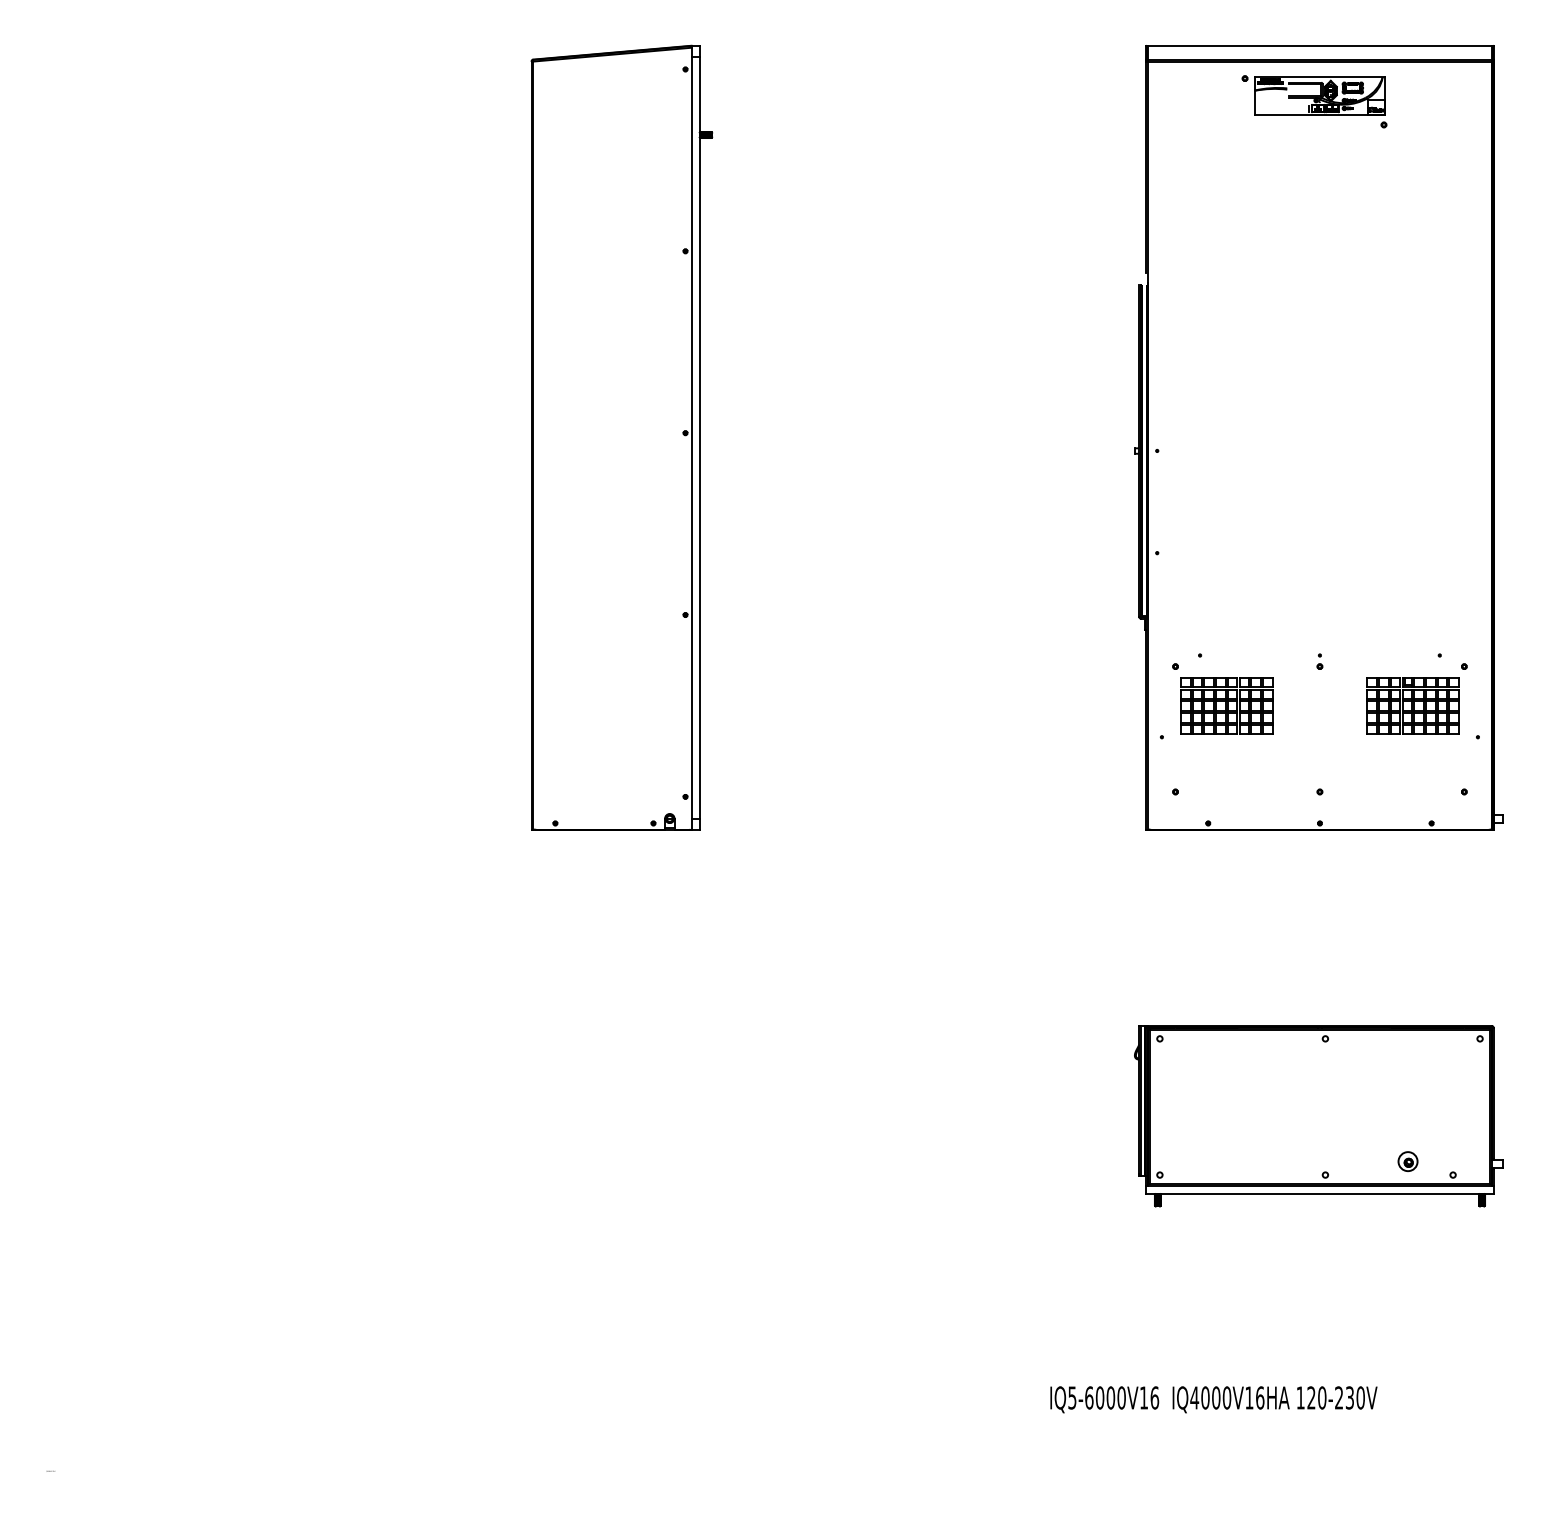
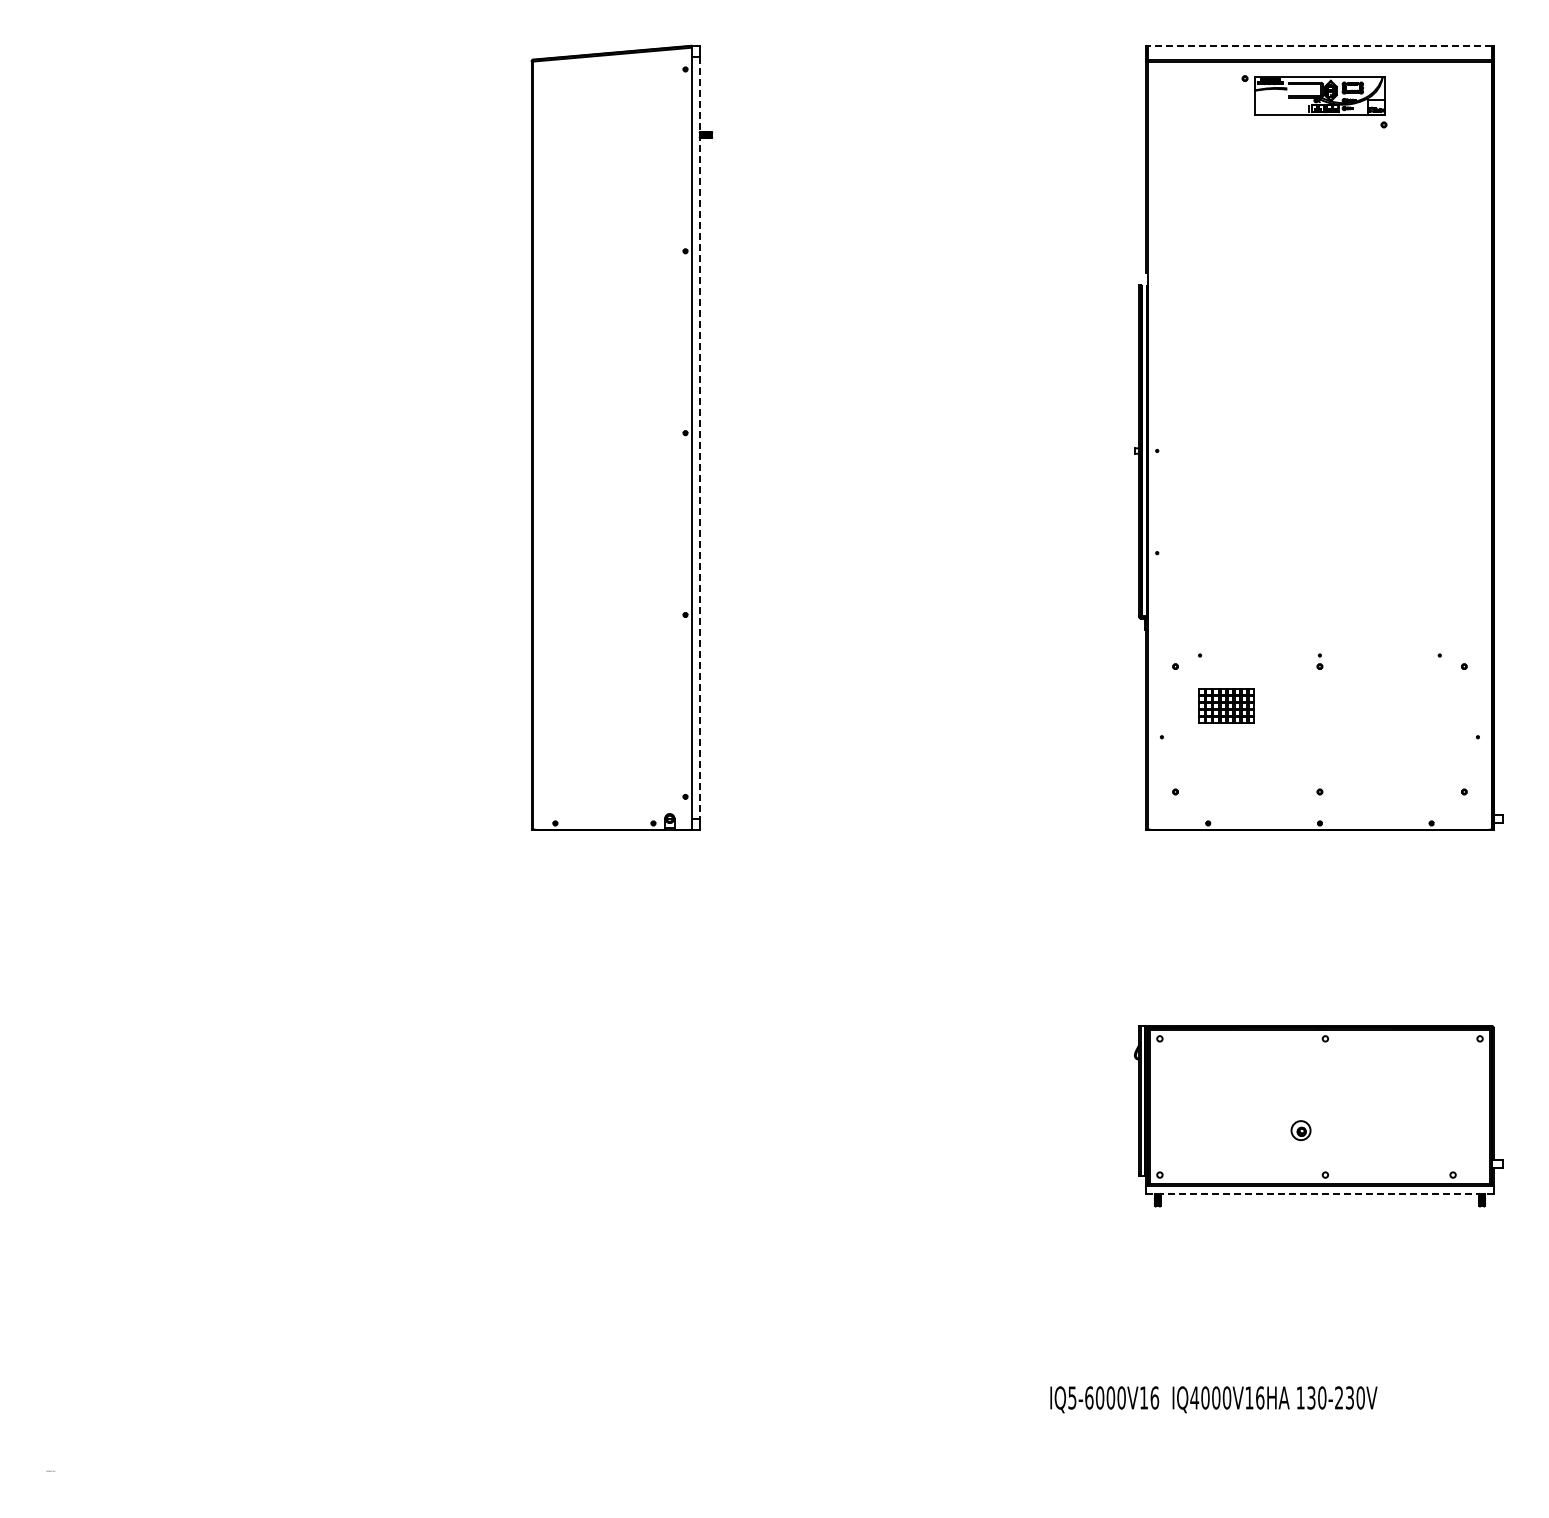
line at (1319, 45): solid -> dashed
line at (699, 438): solid -> dashed
part at (1226, 705) size: 94x58 px -> 57x36 px
part at (1412, 705): present -> none
part at (1407, 1161) position: (1407, 1161) -> (1300, 1130)
line at (1319, 1194): solid -> dashed
text at (1311, 1397): 120-230V -> 130-230V
